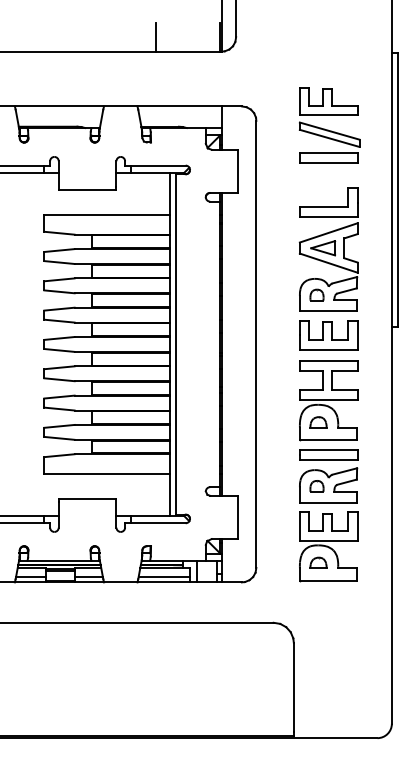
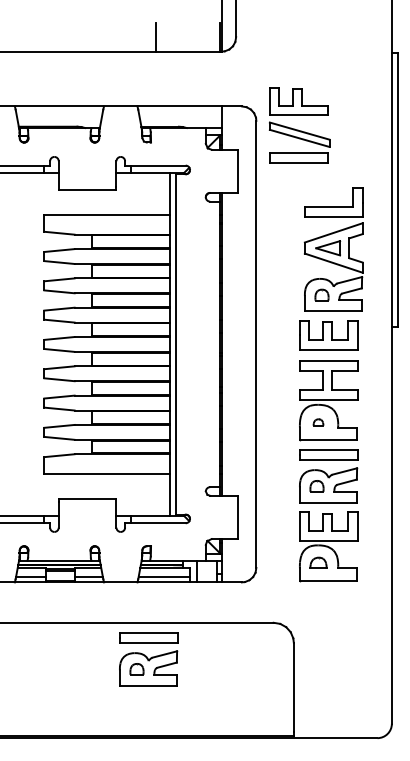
part at (329, 125) position: (329, 125) -> (299, 125)
part at (328, 249) position: (328, 249) -> (333, 249)
part at (318, 422) size: 19x13 px -> 13x9 px
part at (148, 659): none -> present
